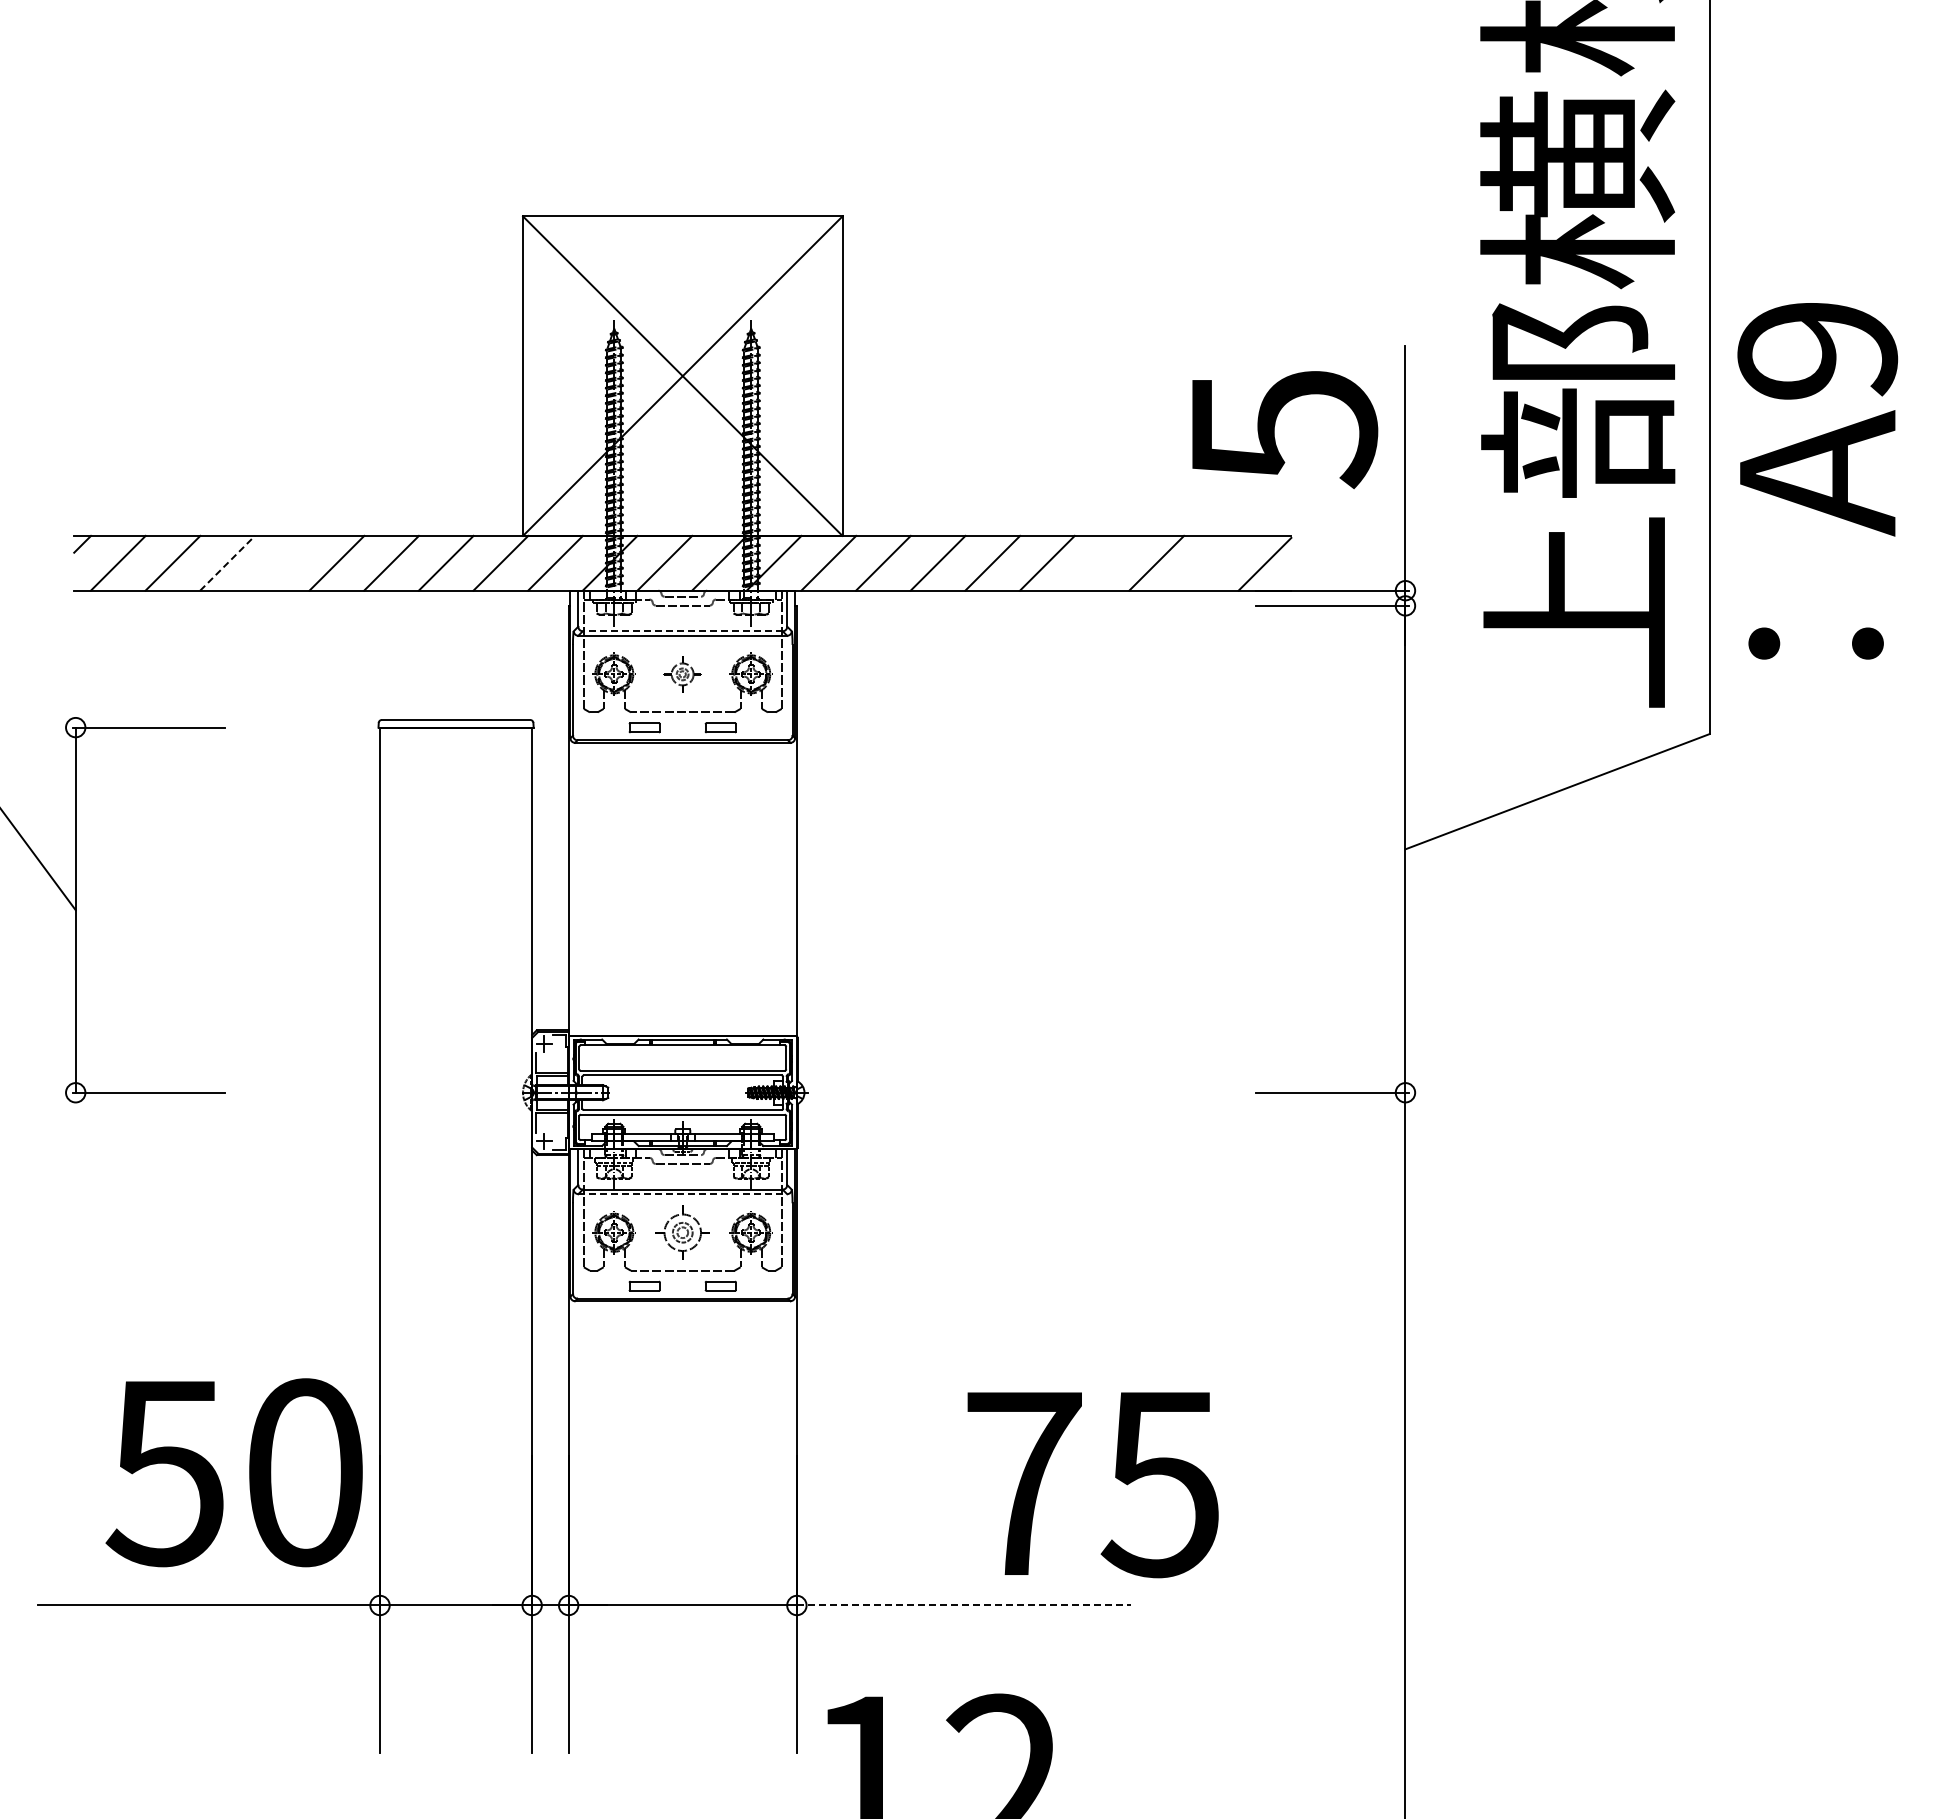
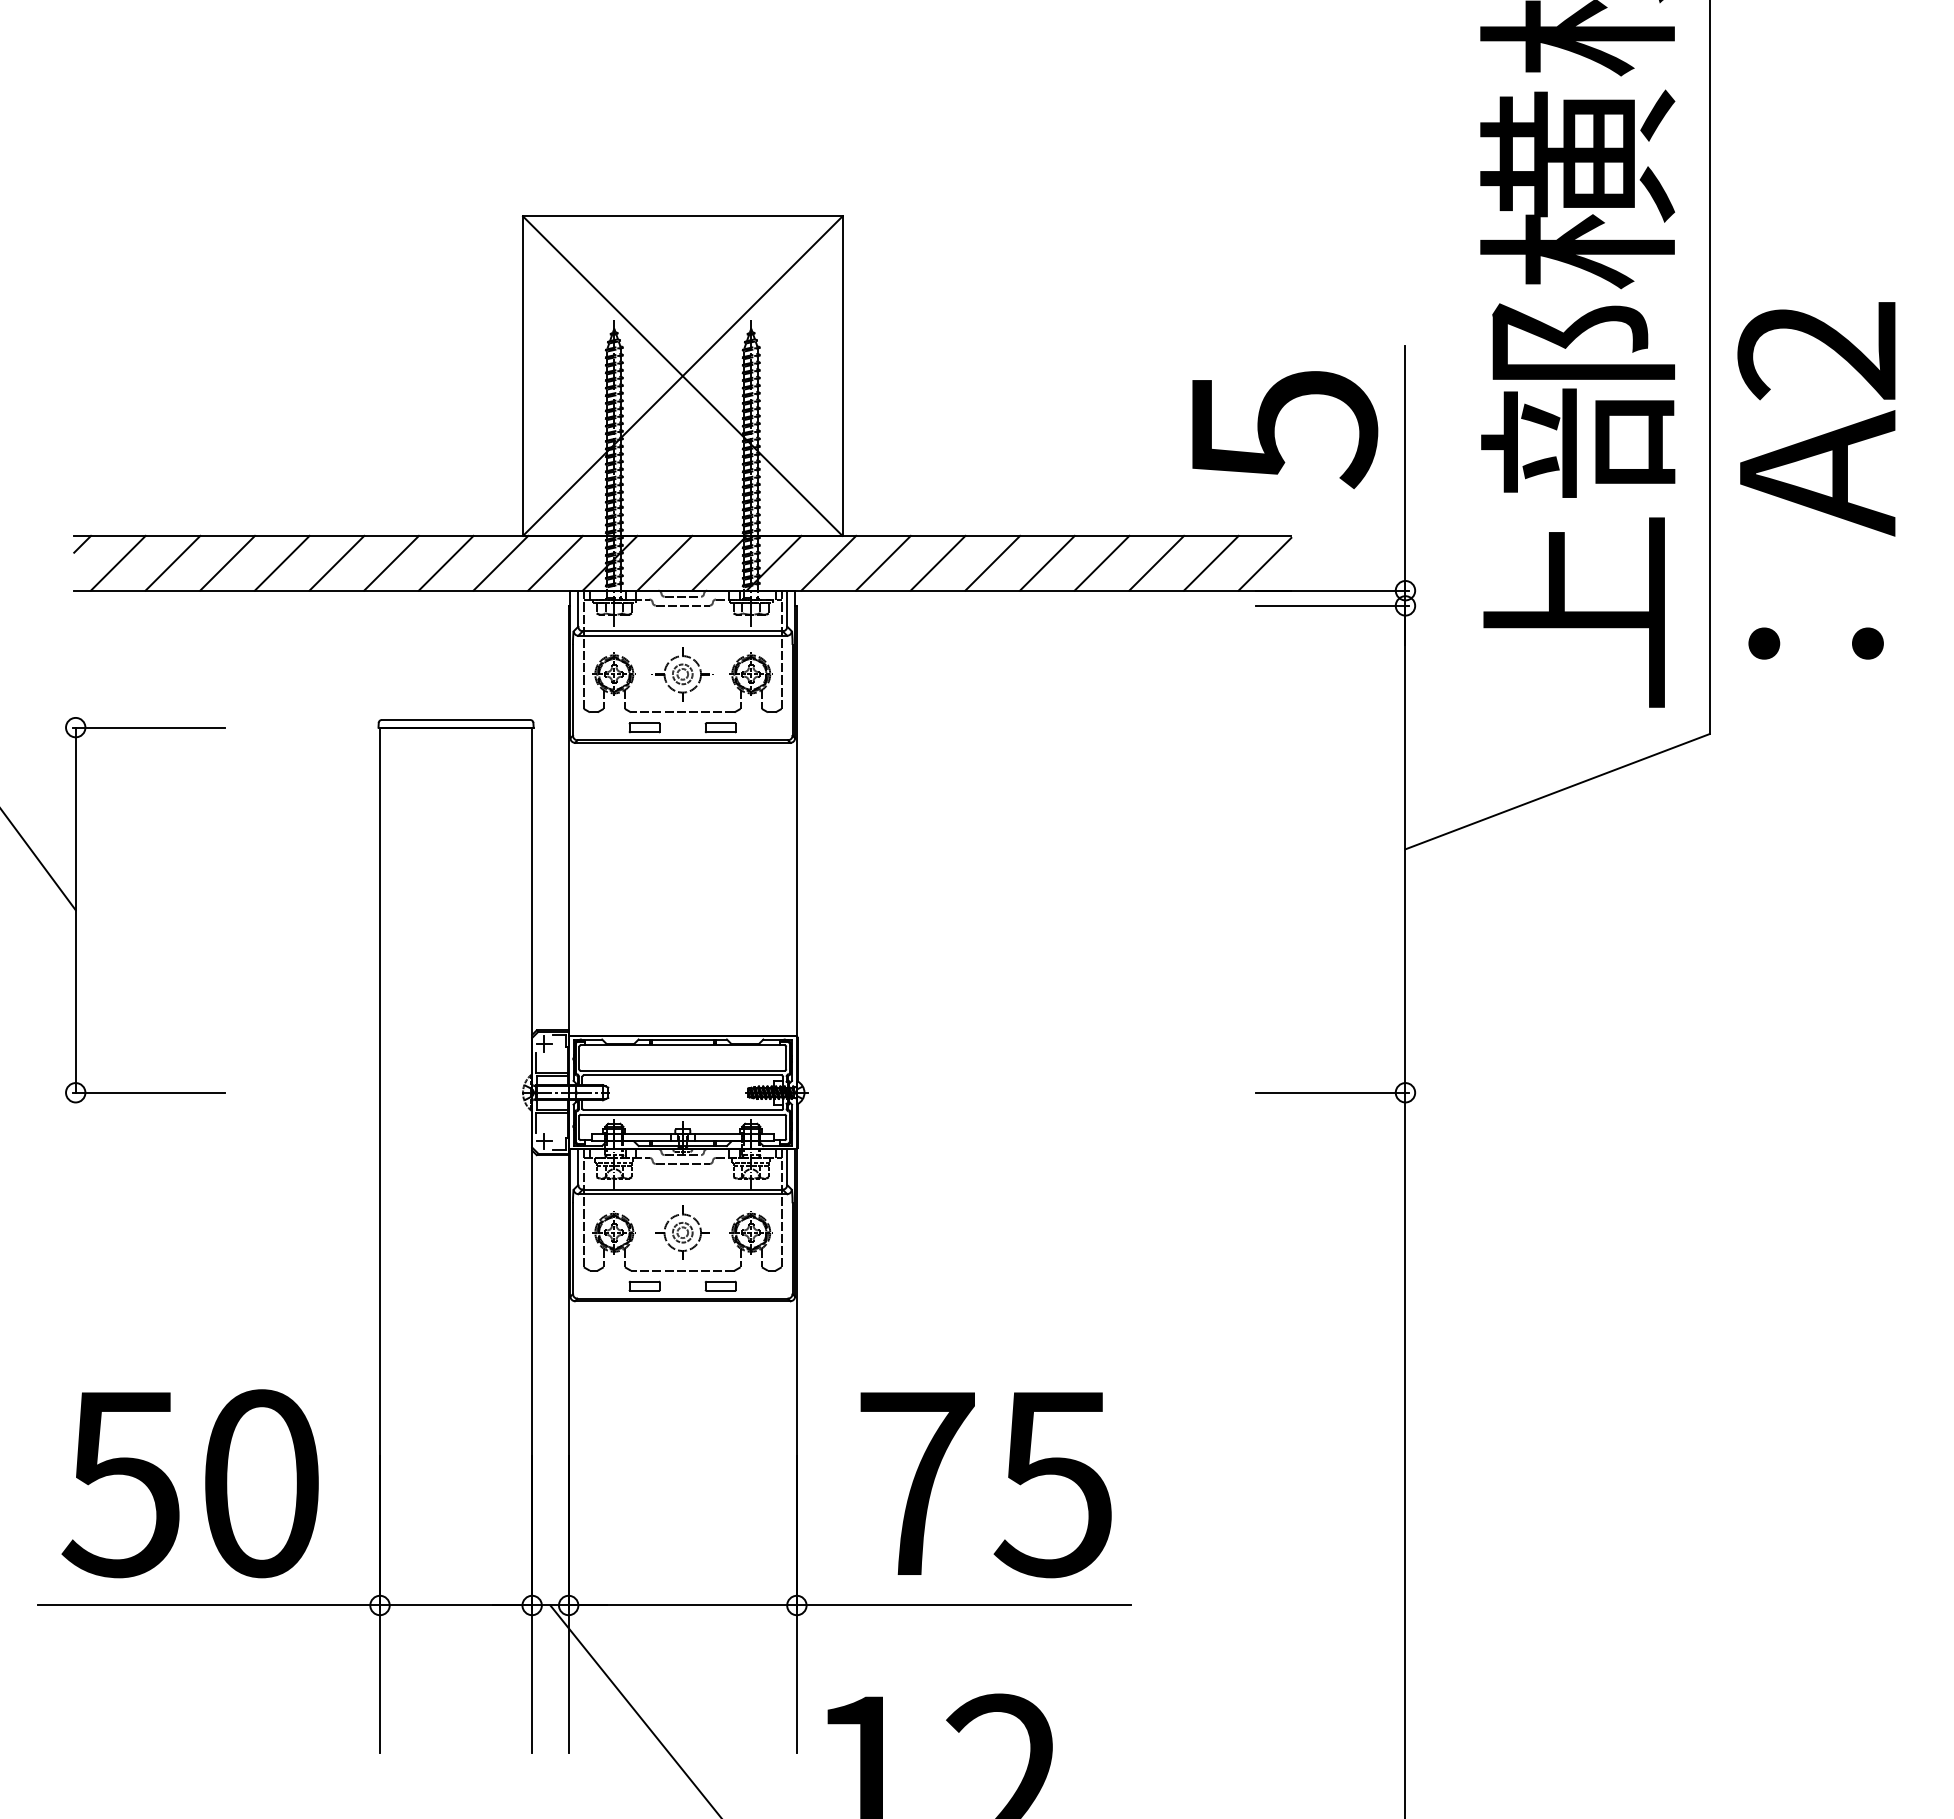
text at (1817, 351): A9 -> A2
line at (281, 562): none -> present
line at (1101, 562): none -> present
line at (1210, 562): none -> present
line at (227, 563): dashed -> solid
line at (682, 631): dashed -> solid
part at (682, 674) size: 39x37 px -> 63x55 px
line at (683, 1194): dashed -> solid
text at (233, 1472) position: (233, 1472) -> (189, 1483)
text at (1092, 1485) position: (1092, 1485) -> (985, 1485)
line at (964, 1605): dashed -> solid
line at (634, 1710): none -> present
